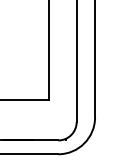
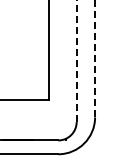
line at (95, 58): solid -> dashed
line at (76, 61): solid -> dashed
